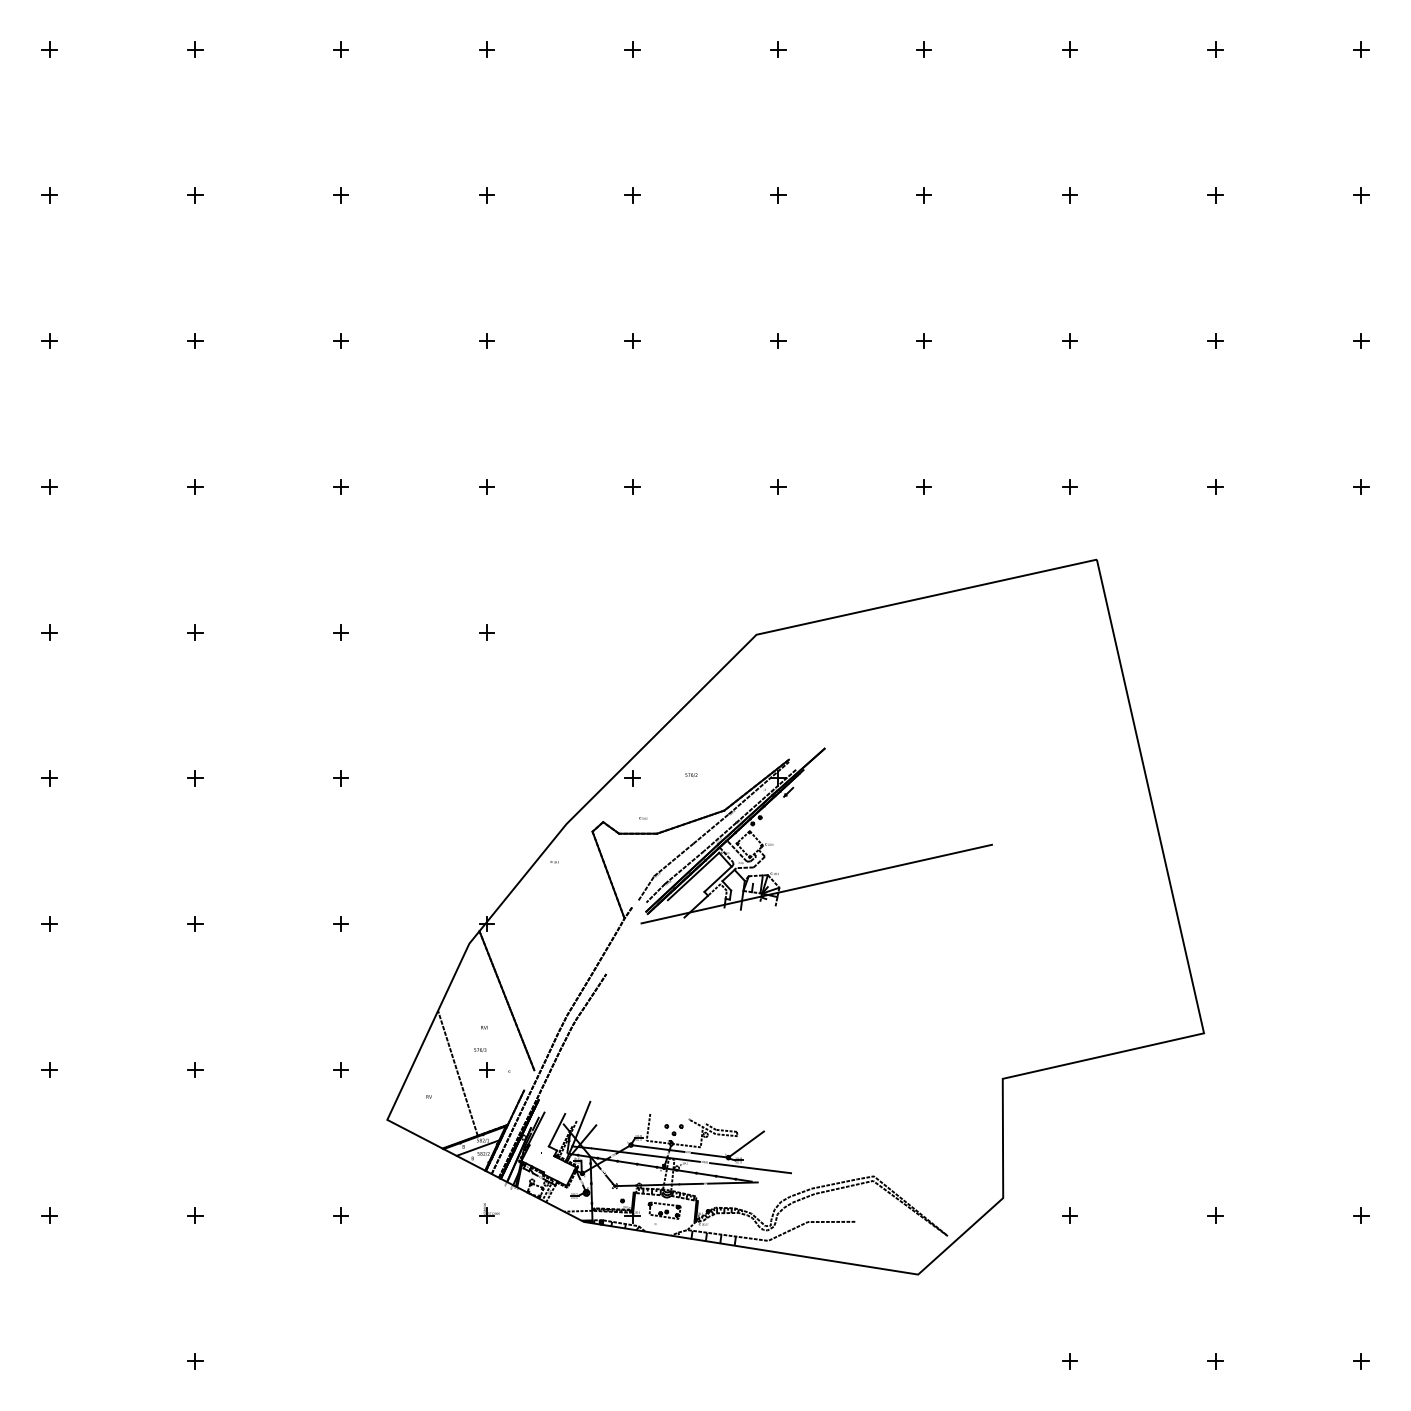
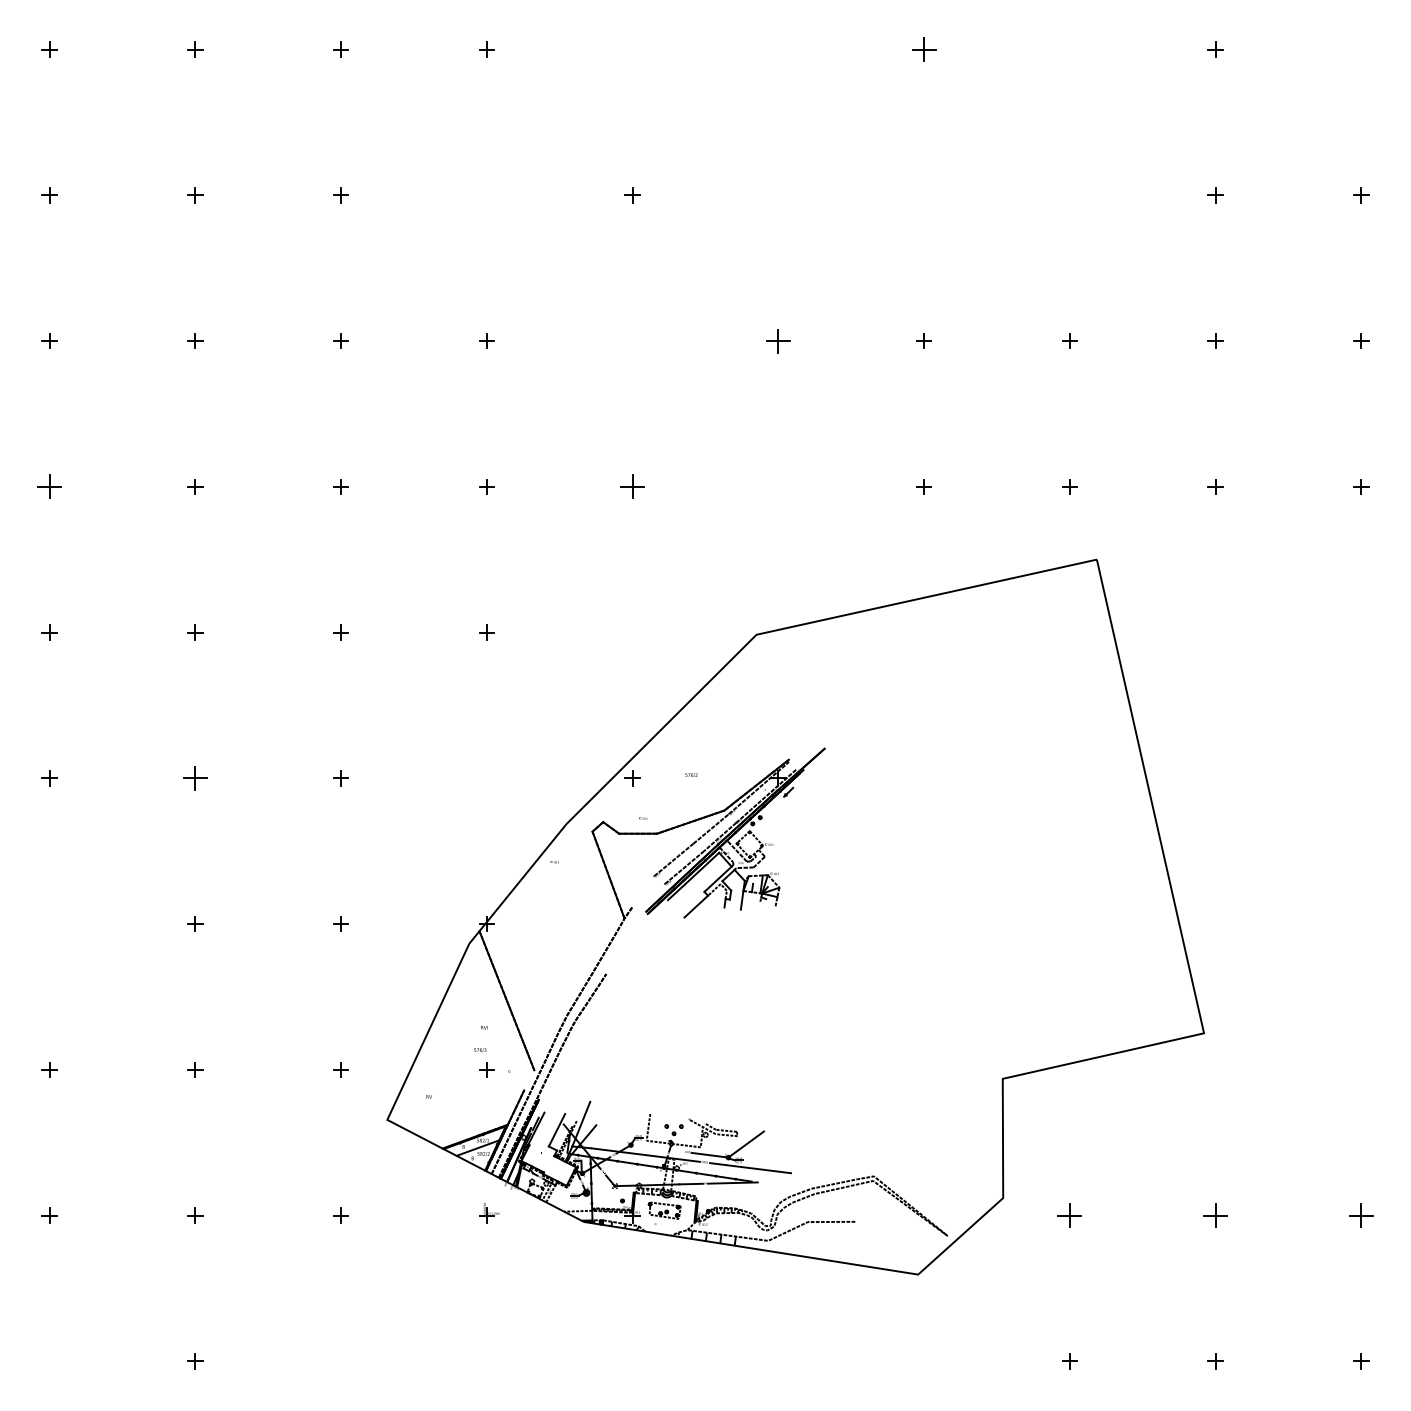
part at (632, 49): present -> none
part at (778, 49): present -> none
part at (923, 49) size: 16x17 px -> 25x25 px
part at (1069, 49): present -> none
part at (1361, 49): present -> none
part at (486, 195): present -> none
part at (778, 195): present -> none
part at (923, 195): present -> none
part at (1069, 195): present -> none
part at (632, 340): present -> none
part at (778, 340) size: 17x16 px -> 25x25 px
part at (49, 486) size: 17x16 px -> 25x25 px
part at (632, 486) size: 17x16 px -> 25x25 px
part at (778, 486): present -> none
part at (195, 778) size: 17x17 px -> 25x25 px
line at (816, 883): present -> none
line at (646, 888): present -> none
line at (655, 893): present -> none
part at (49, 923): present -> none
line at (457, 1072): present -> none
line at (658, 1148): present -> none
part at (1069, 1215) size: 16x17 px -> 25x25 px
part at (1215, 1215) size: 17x17 px -> 25x25 px
part at (1361, 1215) size: 17x17 px -> 25x25 px
